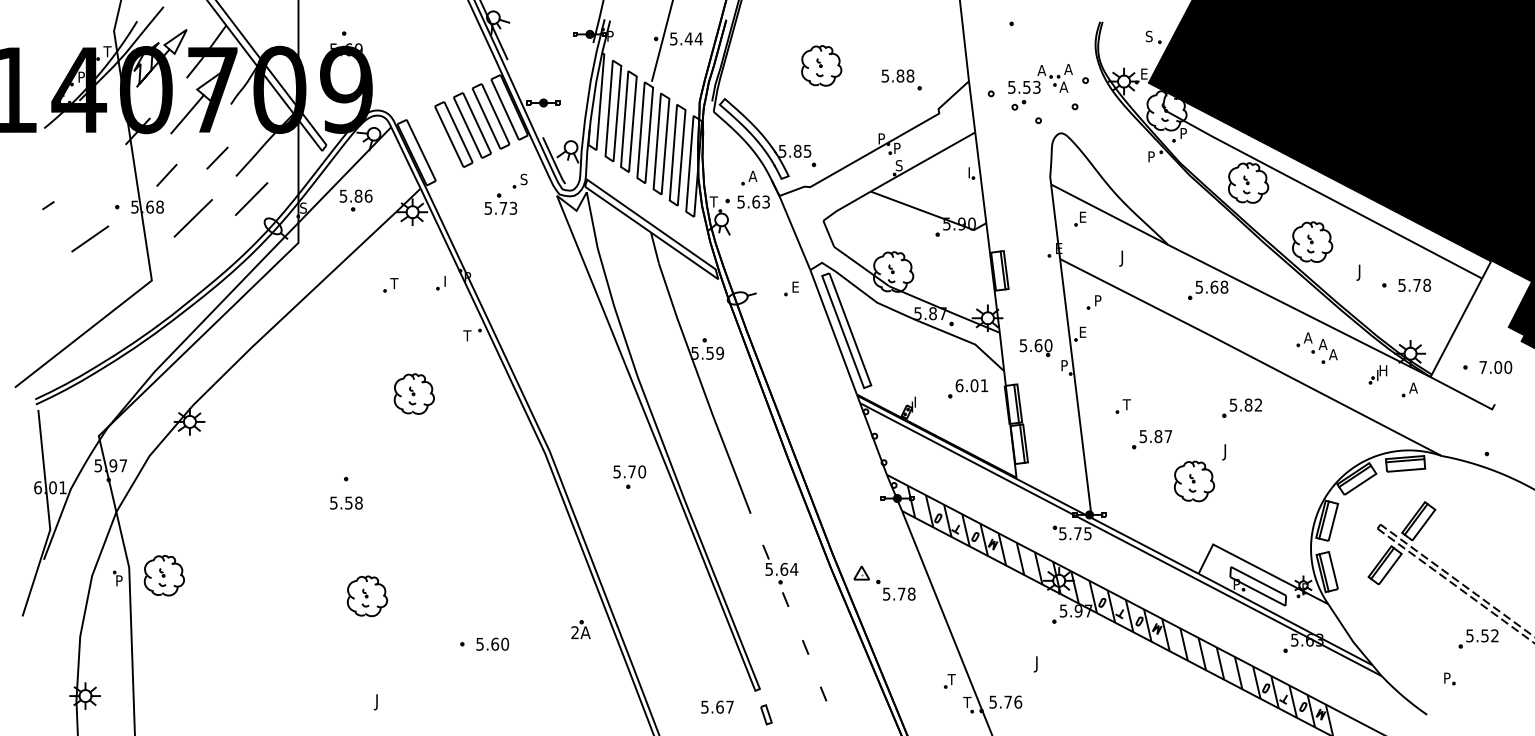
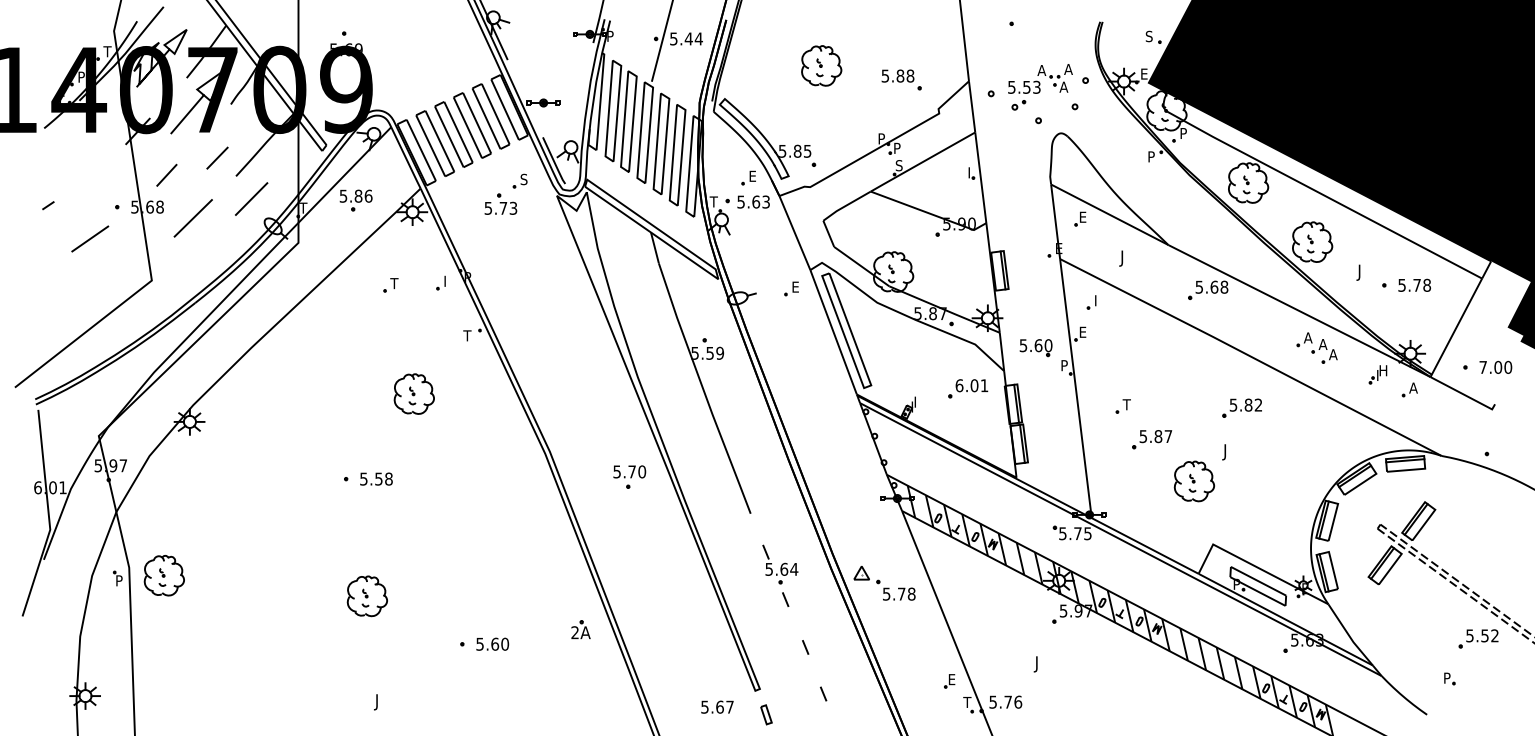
part at (434, 143): none -> present
text at (752, 175): A -> E
text at (303, 207): S -> T
text at (1098, 298): P -> I
text at (346, 502) position: (346, 502) -> (376, 478)
text at (951, 679): T -> E
